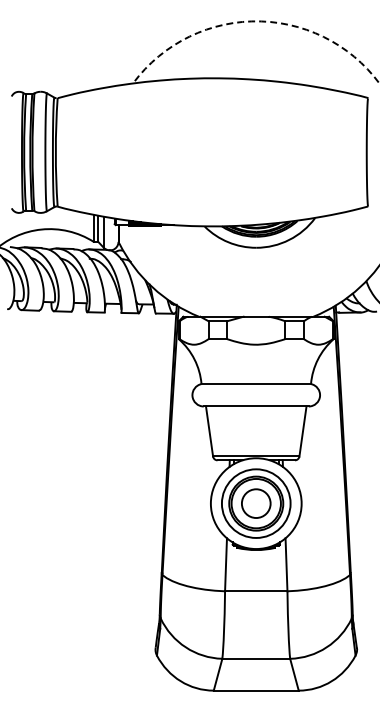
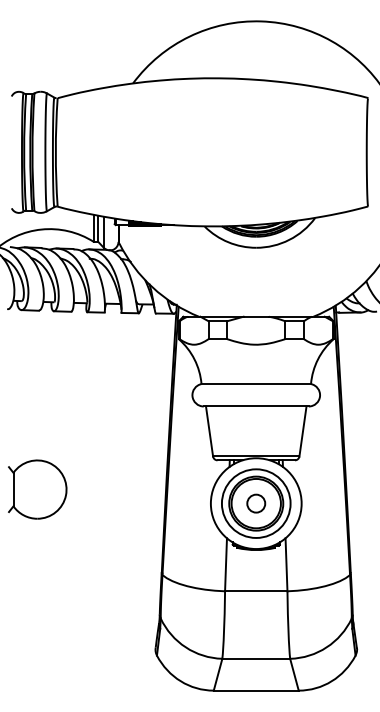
arc at (257, 21): dashed -> solid
part at (37, 489): none -> present
circle at (255, 503) diameter: 29 px -> 18 px
